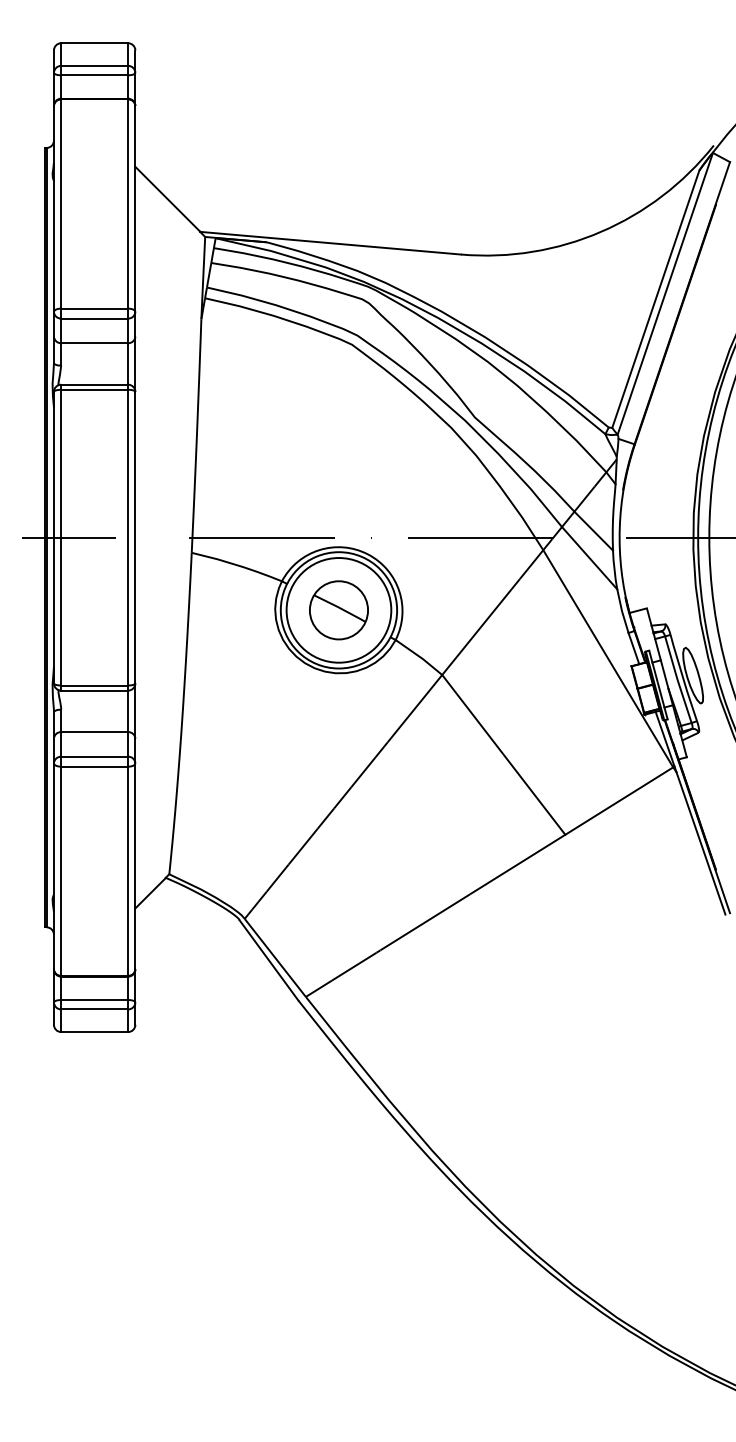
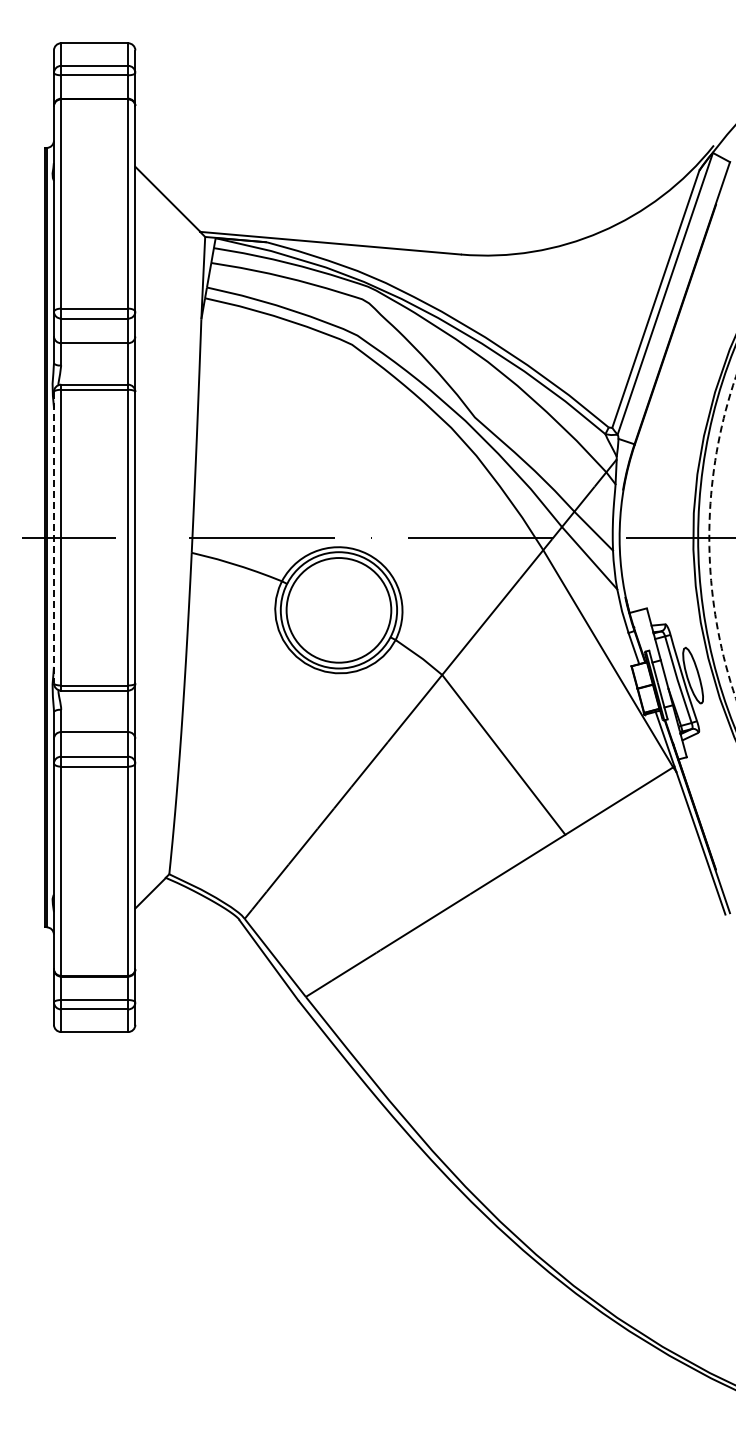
line at (53, 537): solid -> dashed
arc at (709, 537): solid -> dashed
part at (338, 610): present -> none
